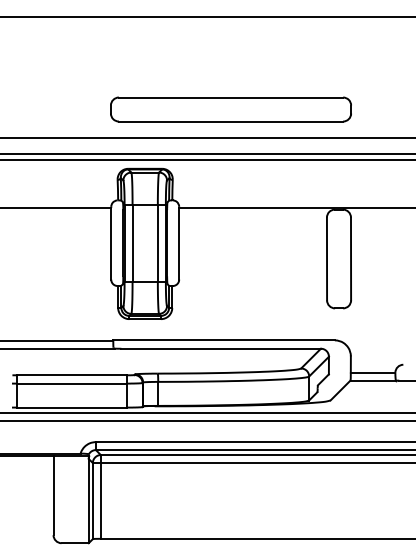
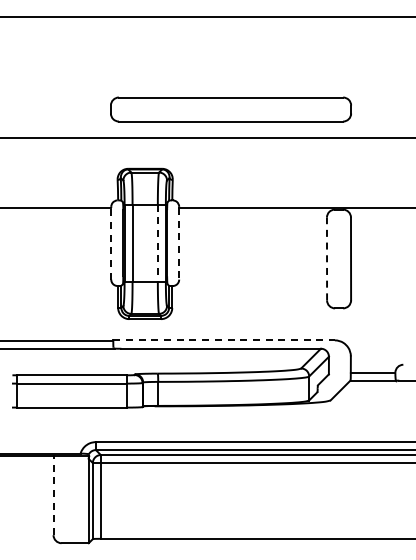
line at (207, 154): present -> none
line at (207, 160): present -> none
line at (111, 243): solid -> dashed
line at (157, 243): solid -> dashed
line at (179, 243): solid -> dashed
line at (327, 258): solid -> dashed
line at (224, 340): solid -> dashed
line at (207, 412): present -> none
line at (207, 420): present -> none
line at (53, 495): solid -> dashed
